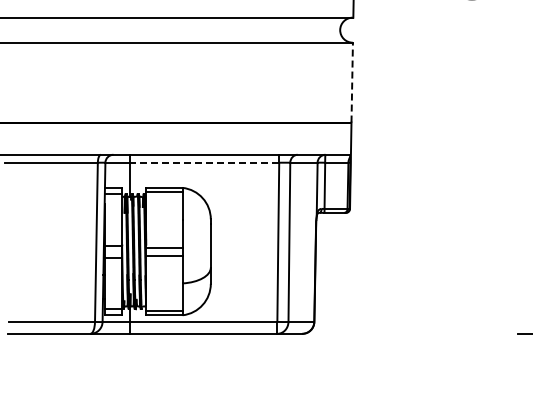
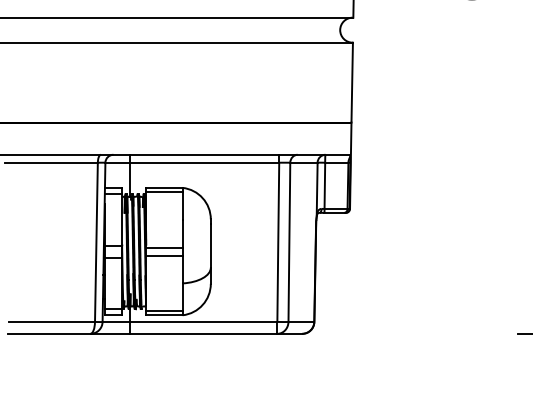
line at (352, 82): dashed -> solid
line at (204, 162): dashed -> solid
